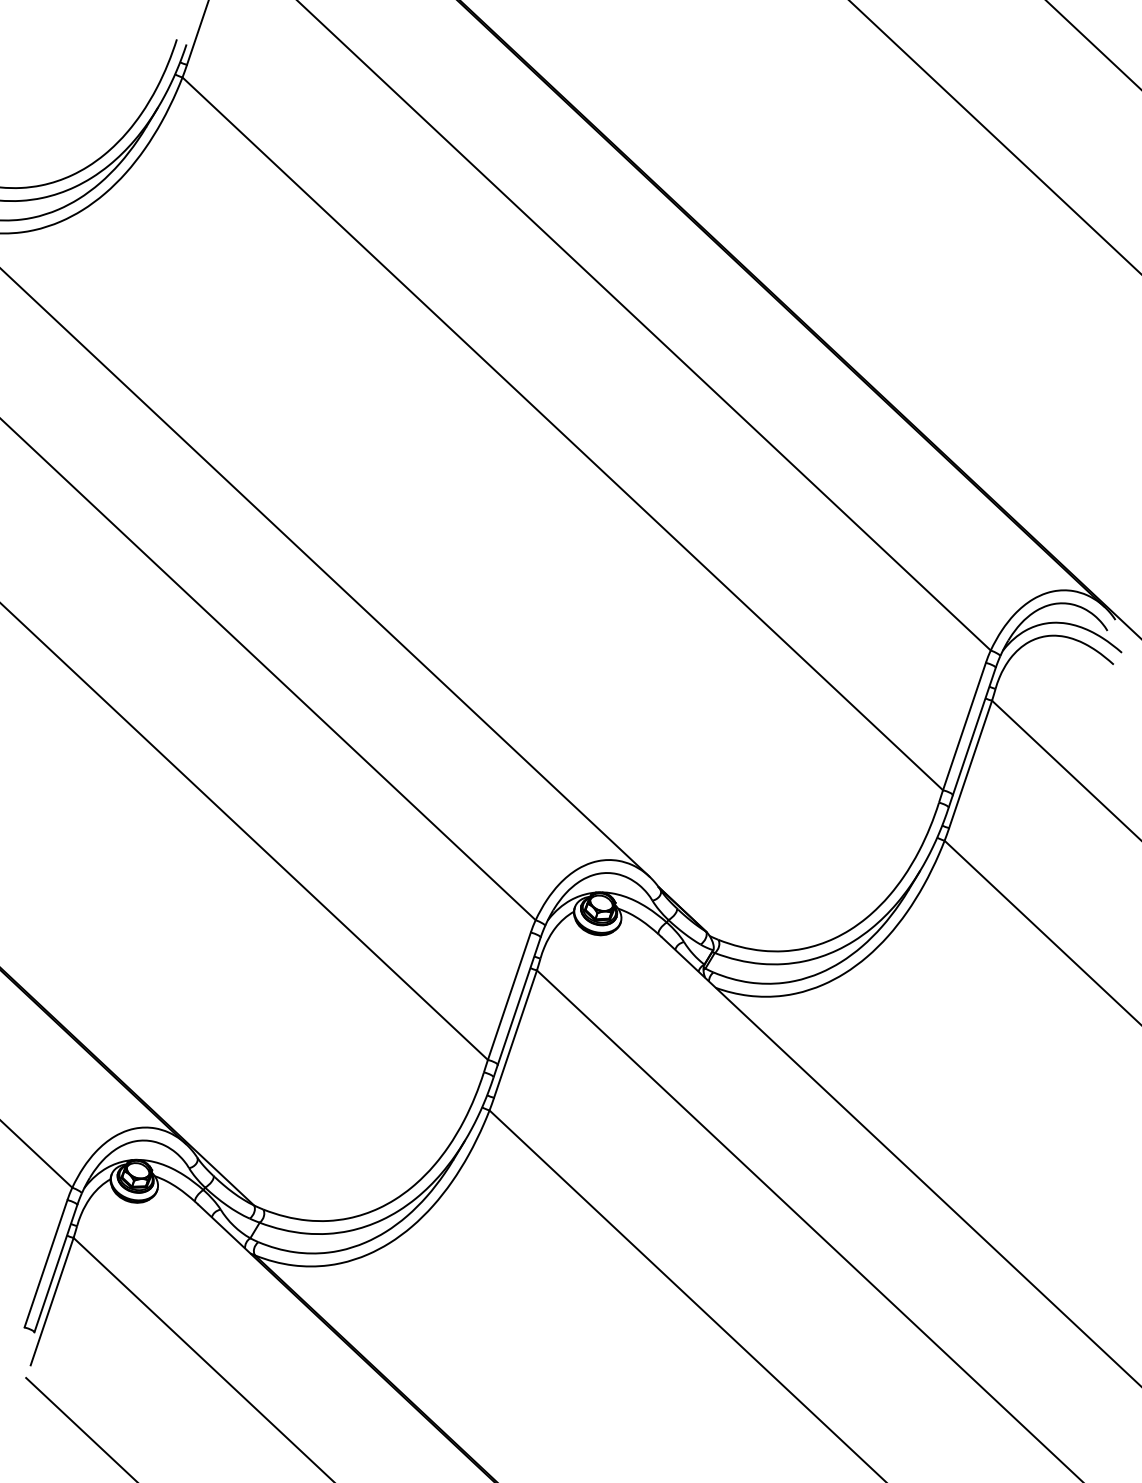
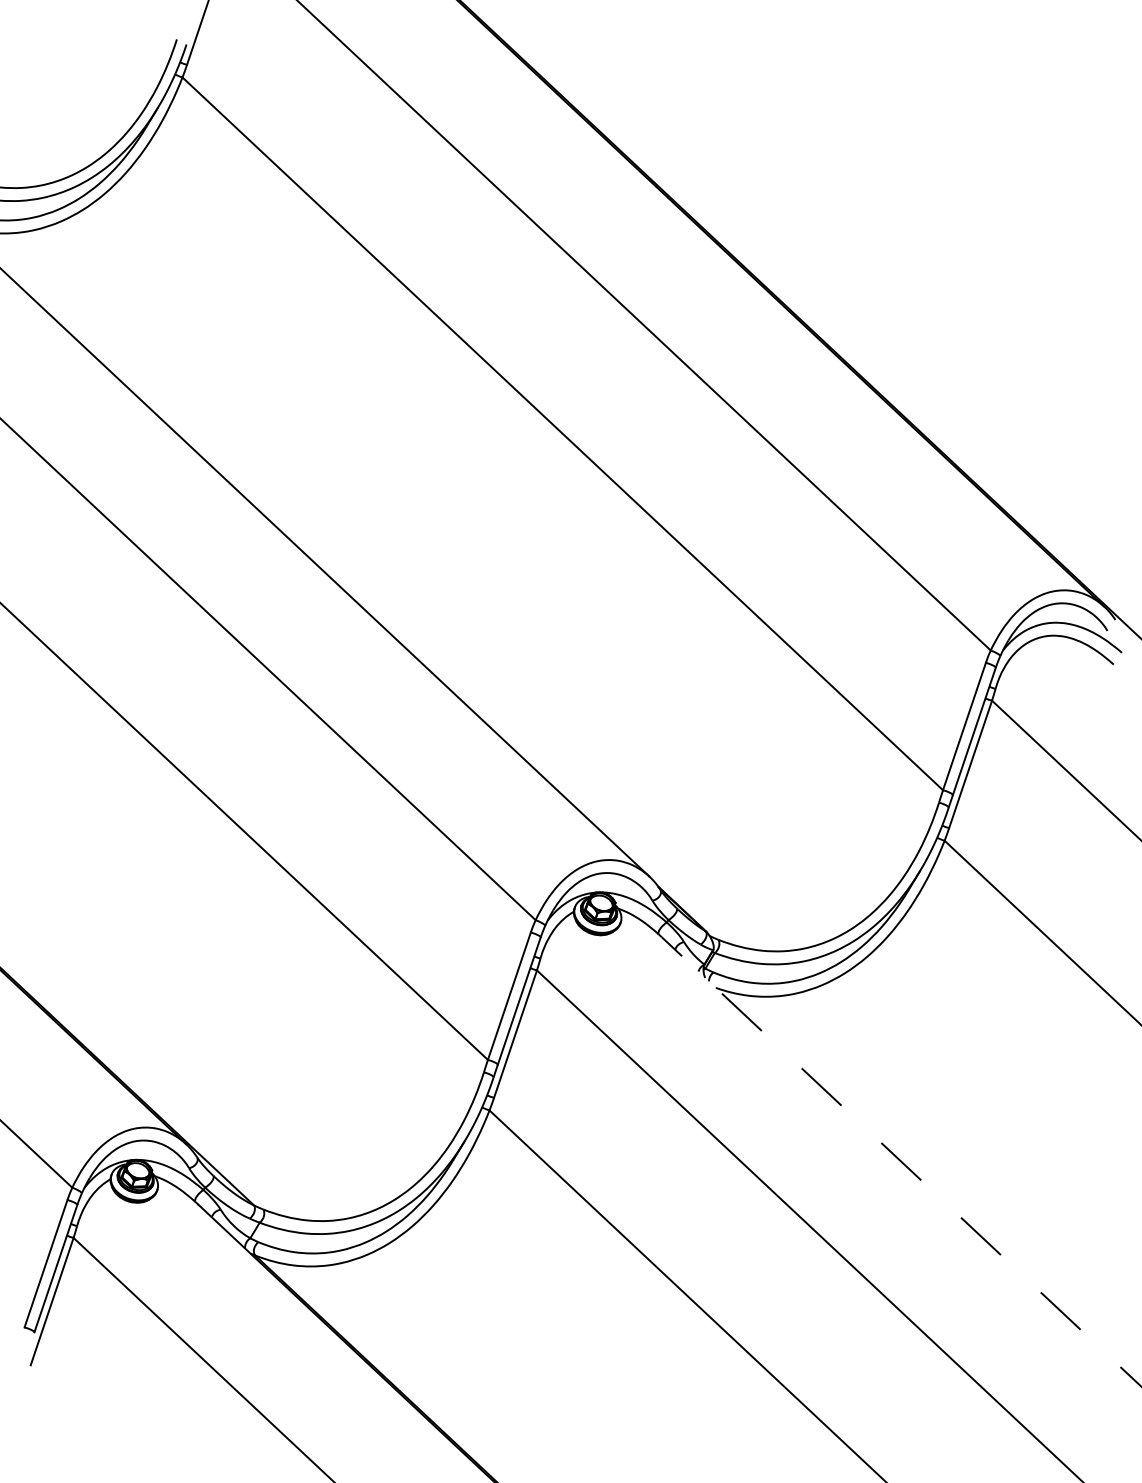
line at (1093, 44): present -> none
line at (994, 136): present -> none
line at (901, 1162): solid -> dashed
line at (80, 1428): present -> none
